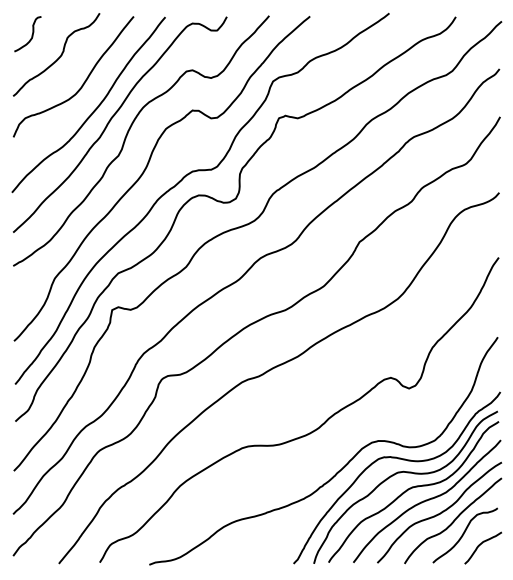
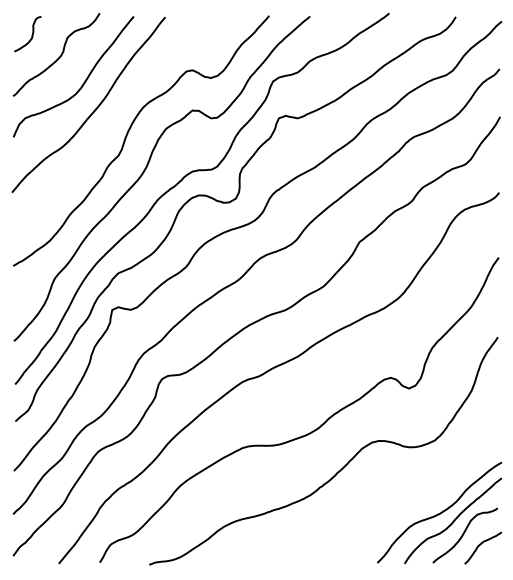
curve at (111, 120): present -> none
part at (397, 477): present -> none
